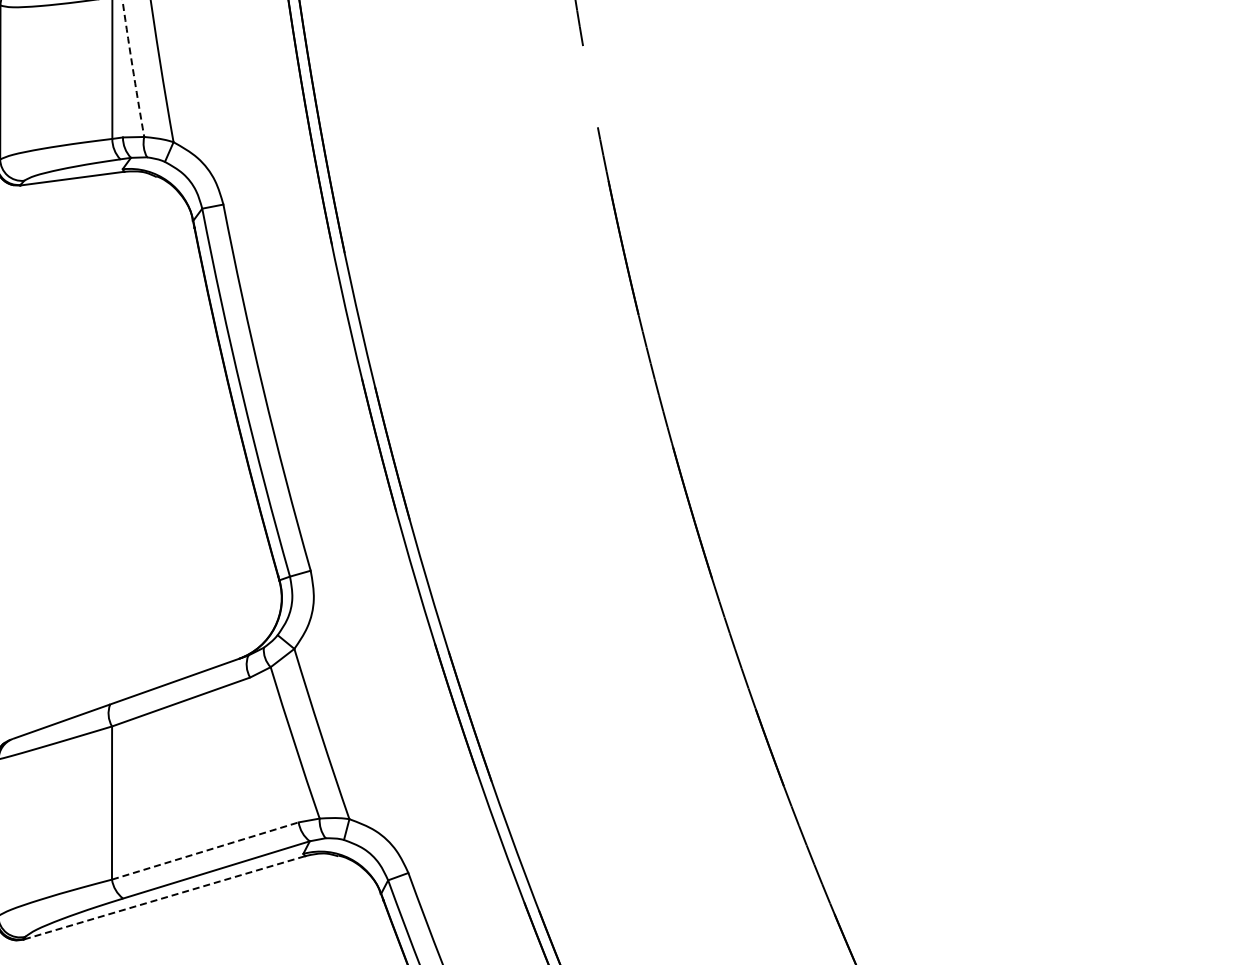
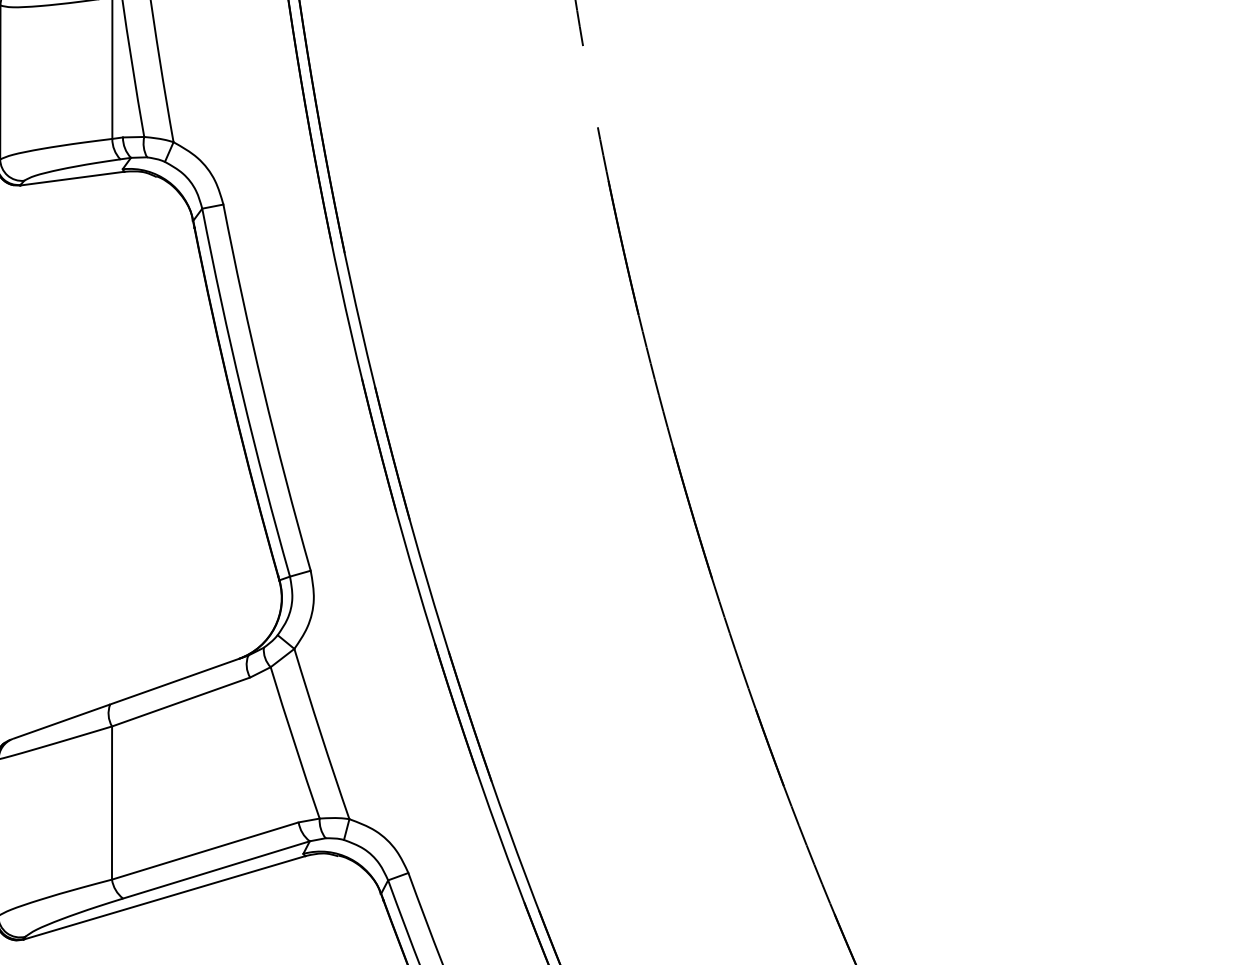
arc at (132, 69): dashed -> solid
line at (205, 851): dashed -> solid
line at (164, 897): dashed -> solid
